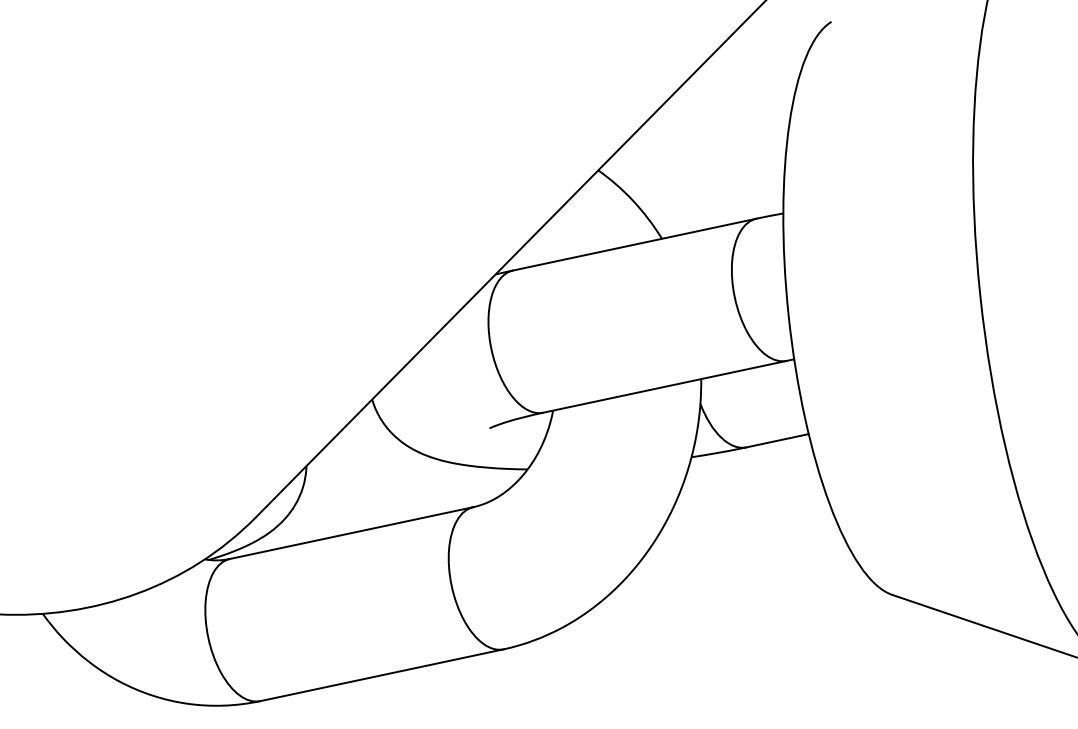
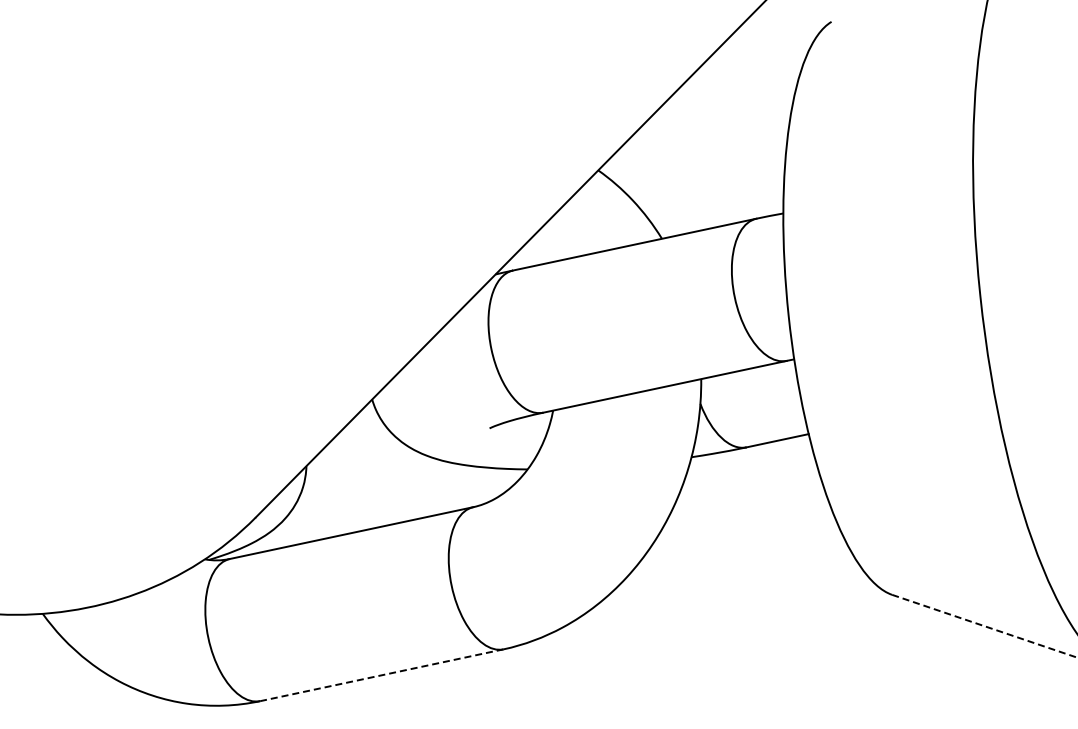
line at (984, 626): solid -> dashed
line at (381, 675): solid -> dashed
